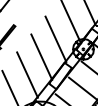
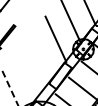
line at (41, 56): present -> none
line at (27, 74): present -> none
line at (10, 88): solid -> dashed
